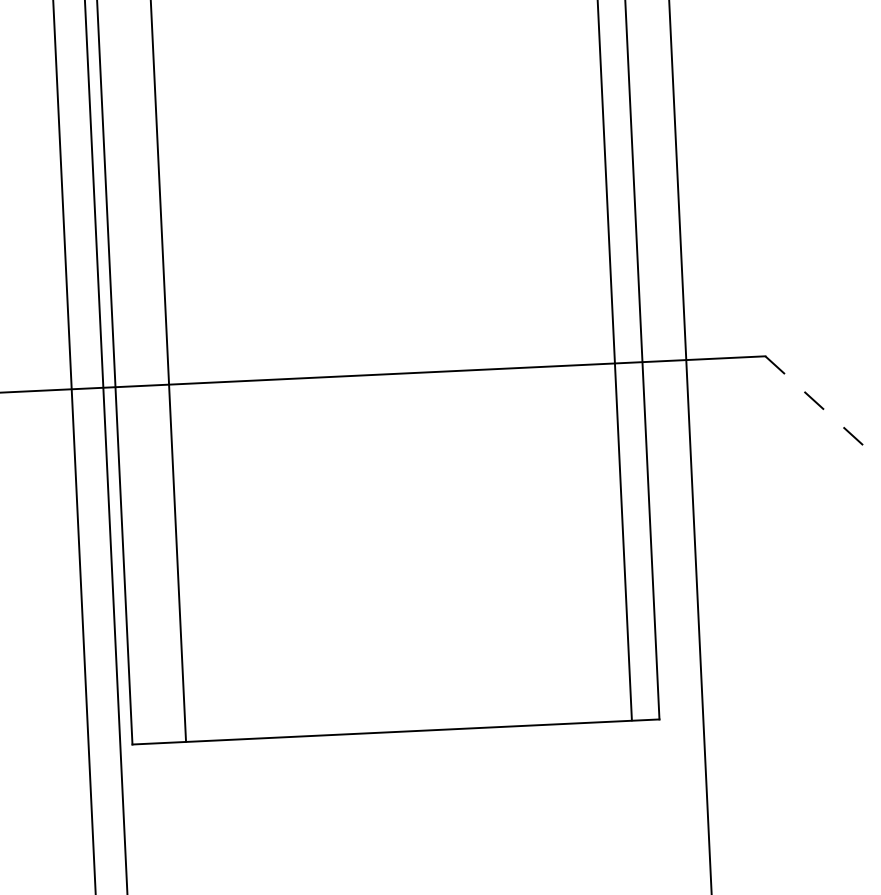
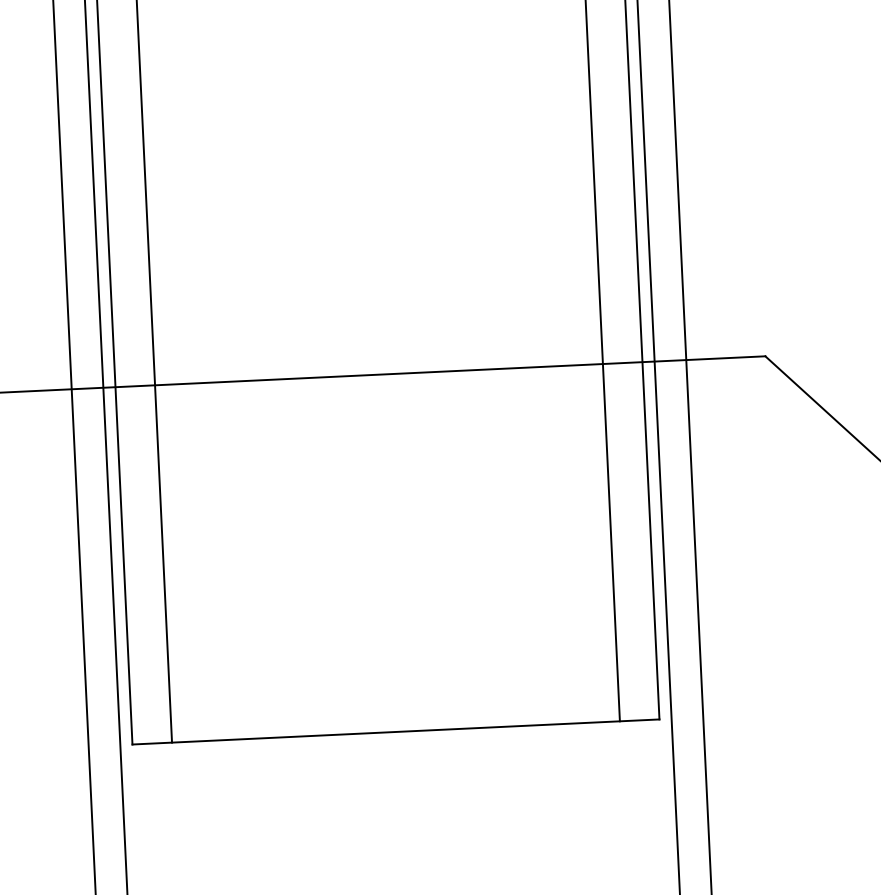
line at (614, 361) position: (614, 361) -> (602, 361)
line at (168, 371) position: (168, 371) -> (154, 372)
line at (823, 408): dashed -> solid
line at (658, 446): none -> present
